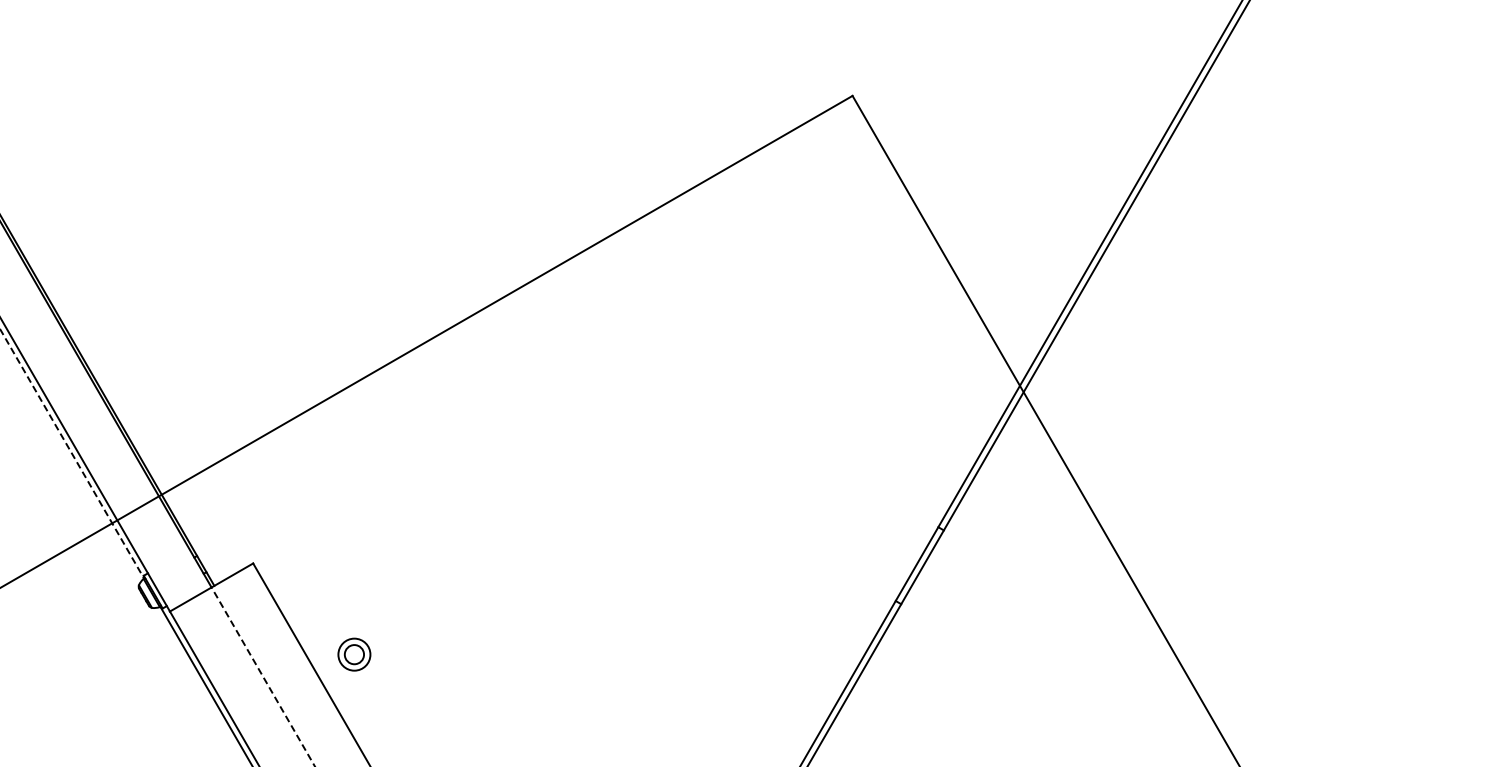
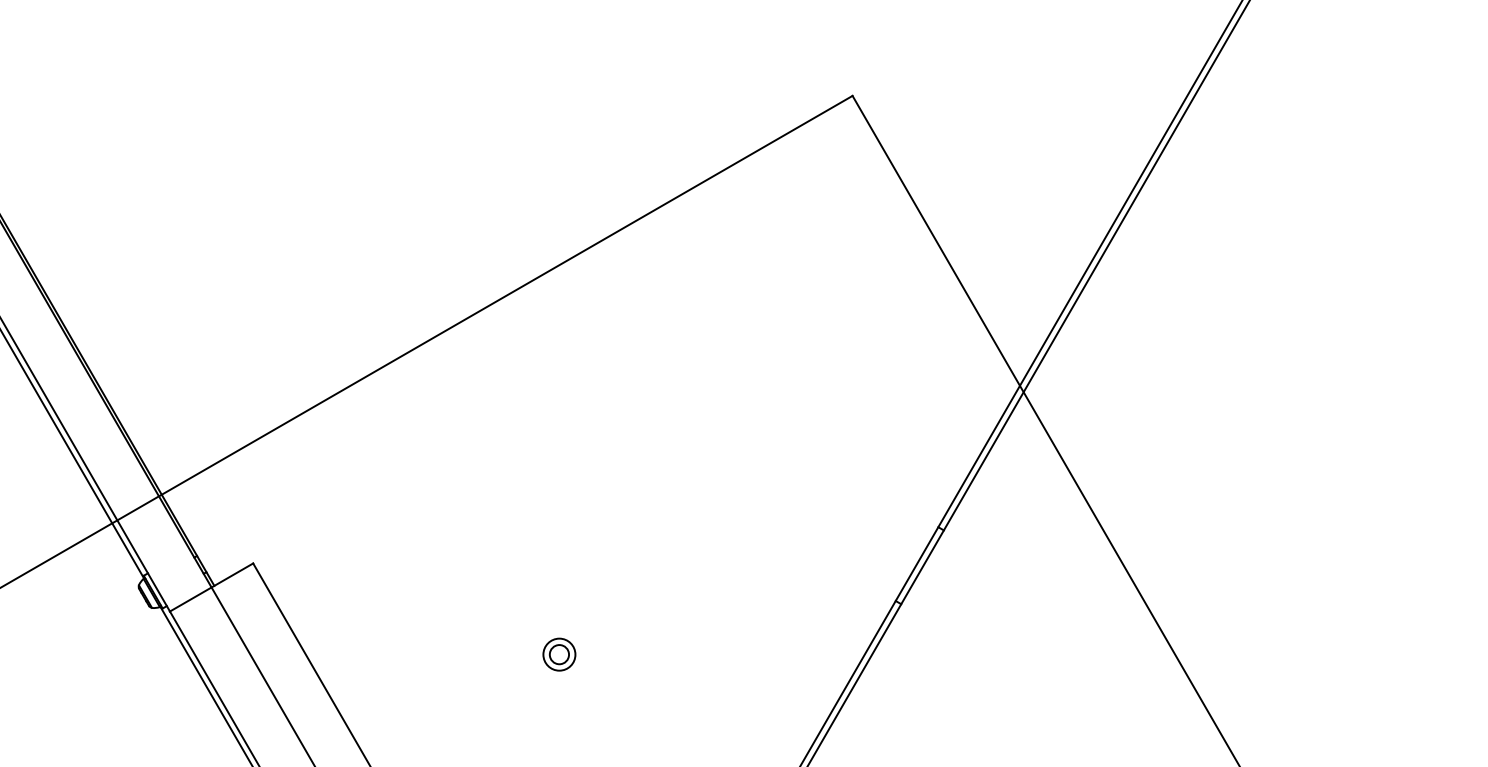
line at (72, 454): dashed -> solid
part at (354, 654) position: (354, 654) -> (559, 654)
line at (262, 676): dashed -> solid
